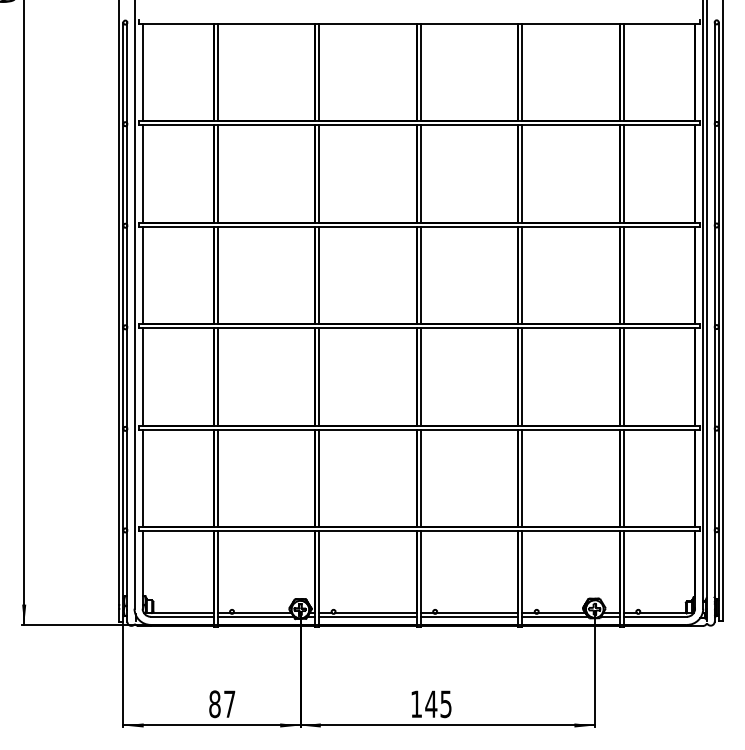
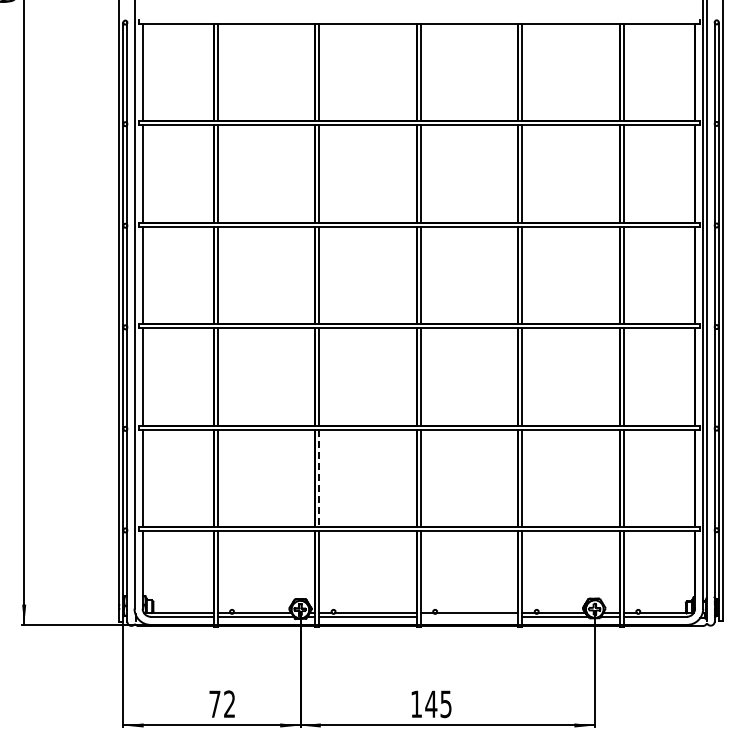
line at (319, 478): solid -> dashed
line at (469, 616): present -> none
text at (222, 704): 87 -> 72
